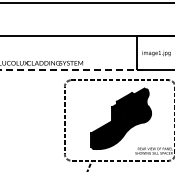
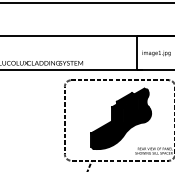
line at (72, 69): dashed -> solid
